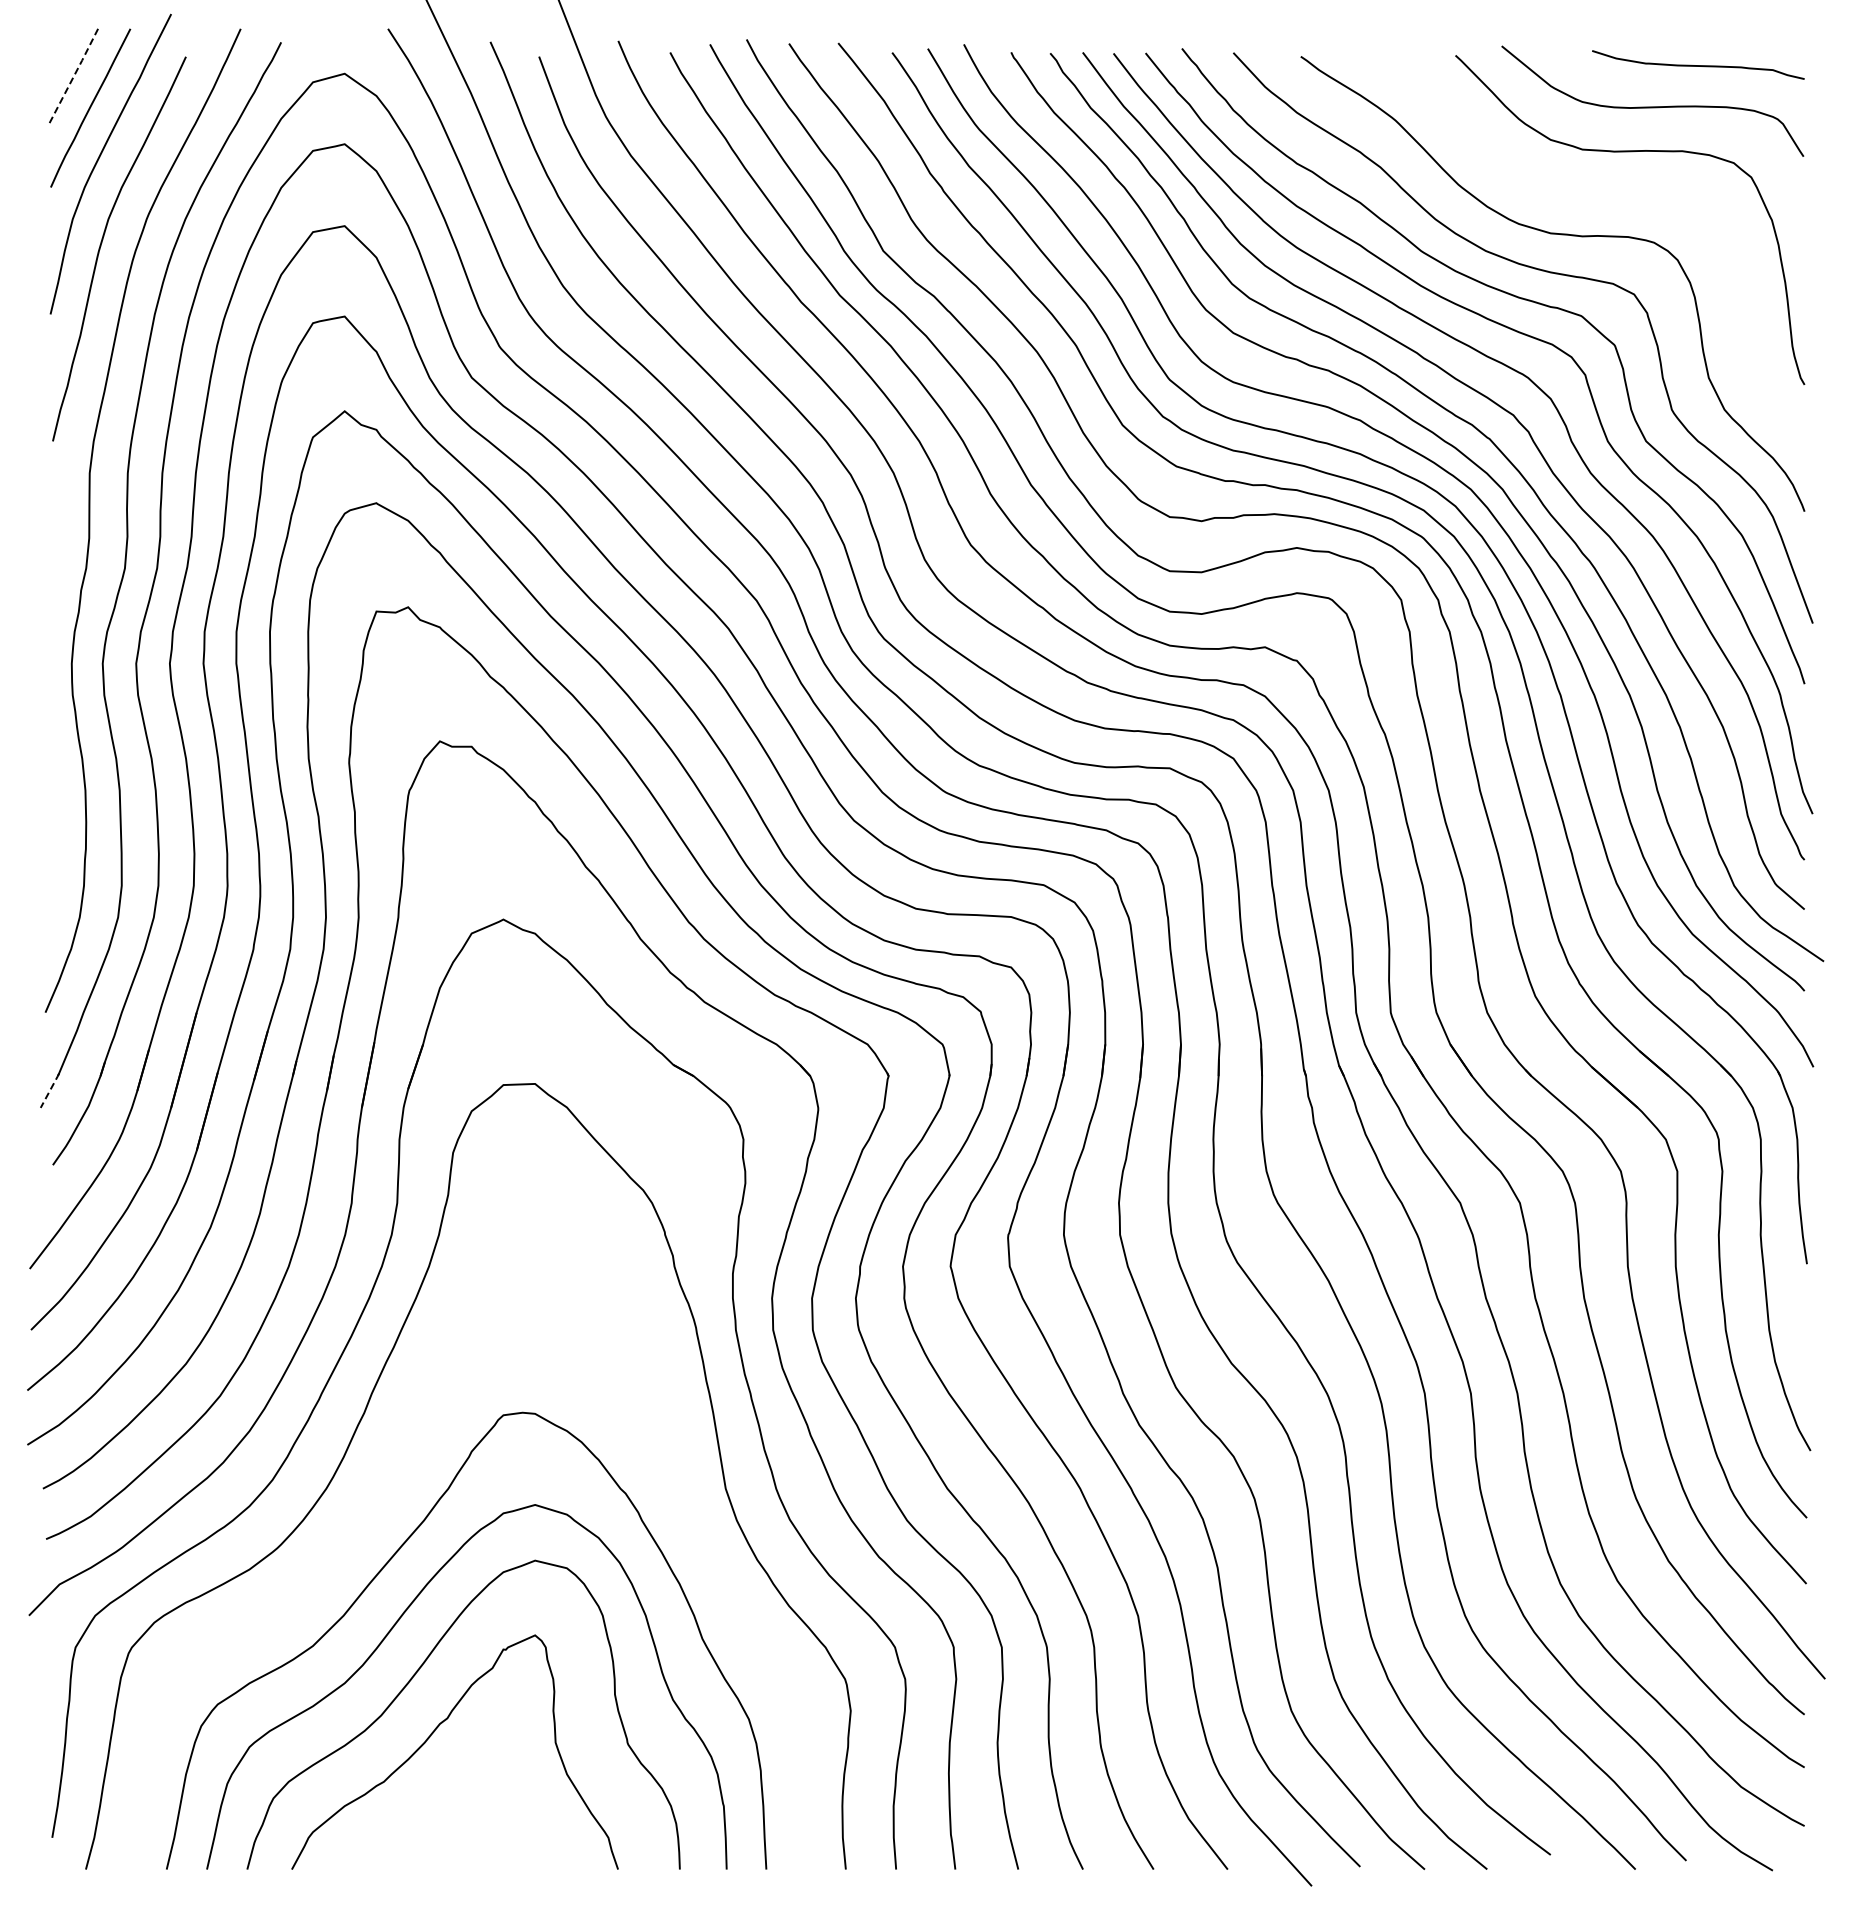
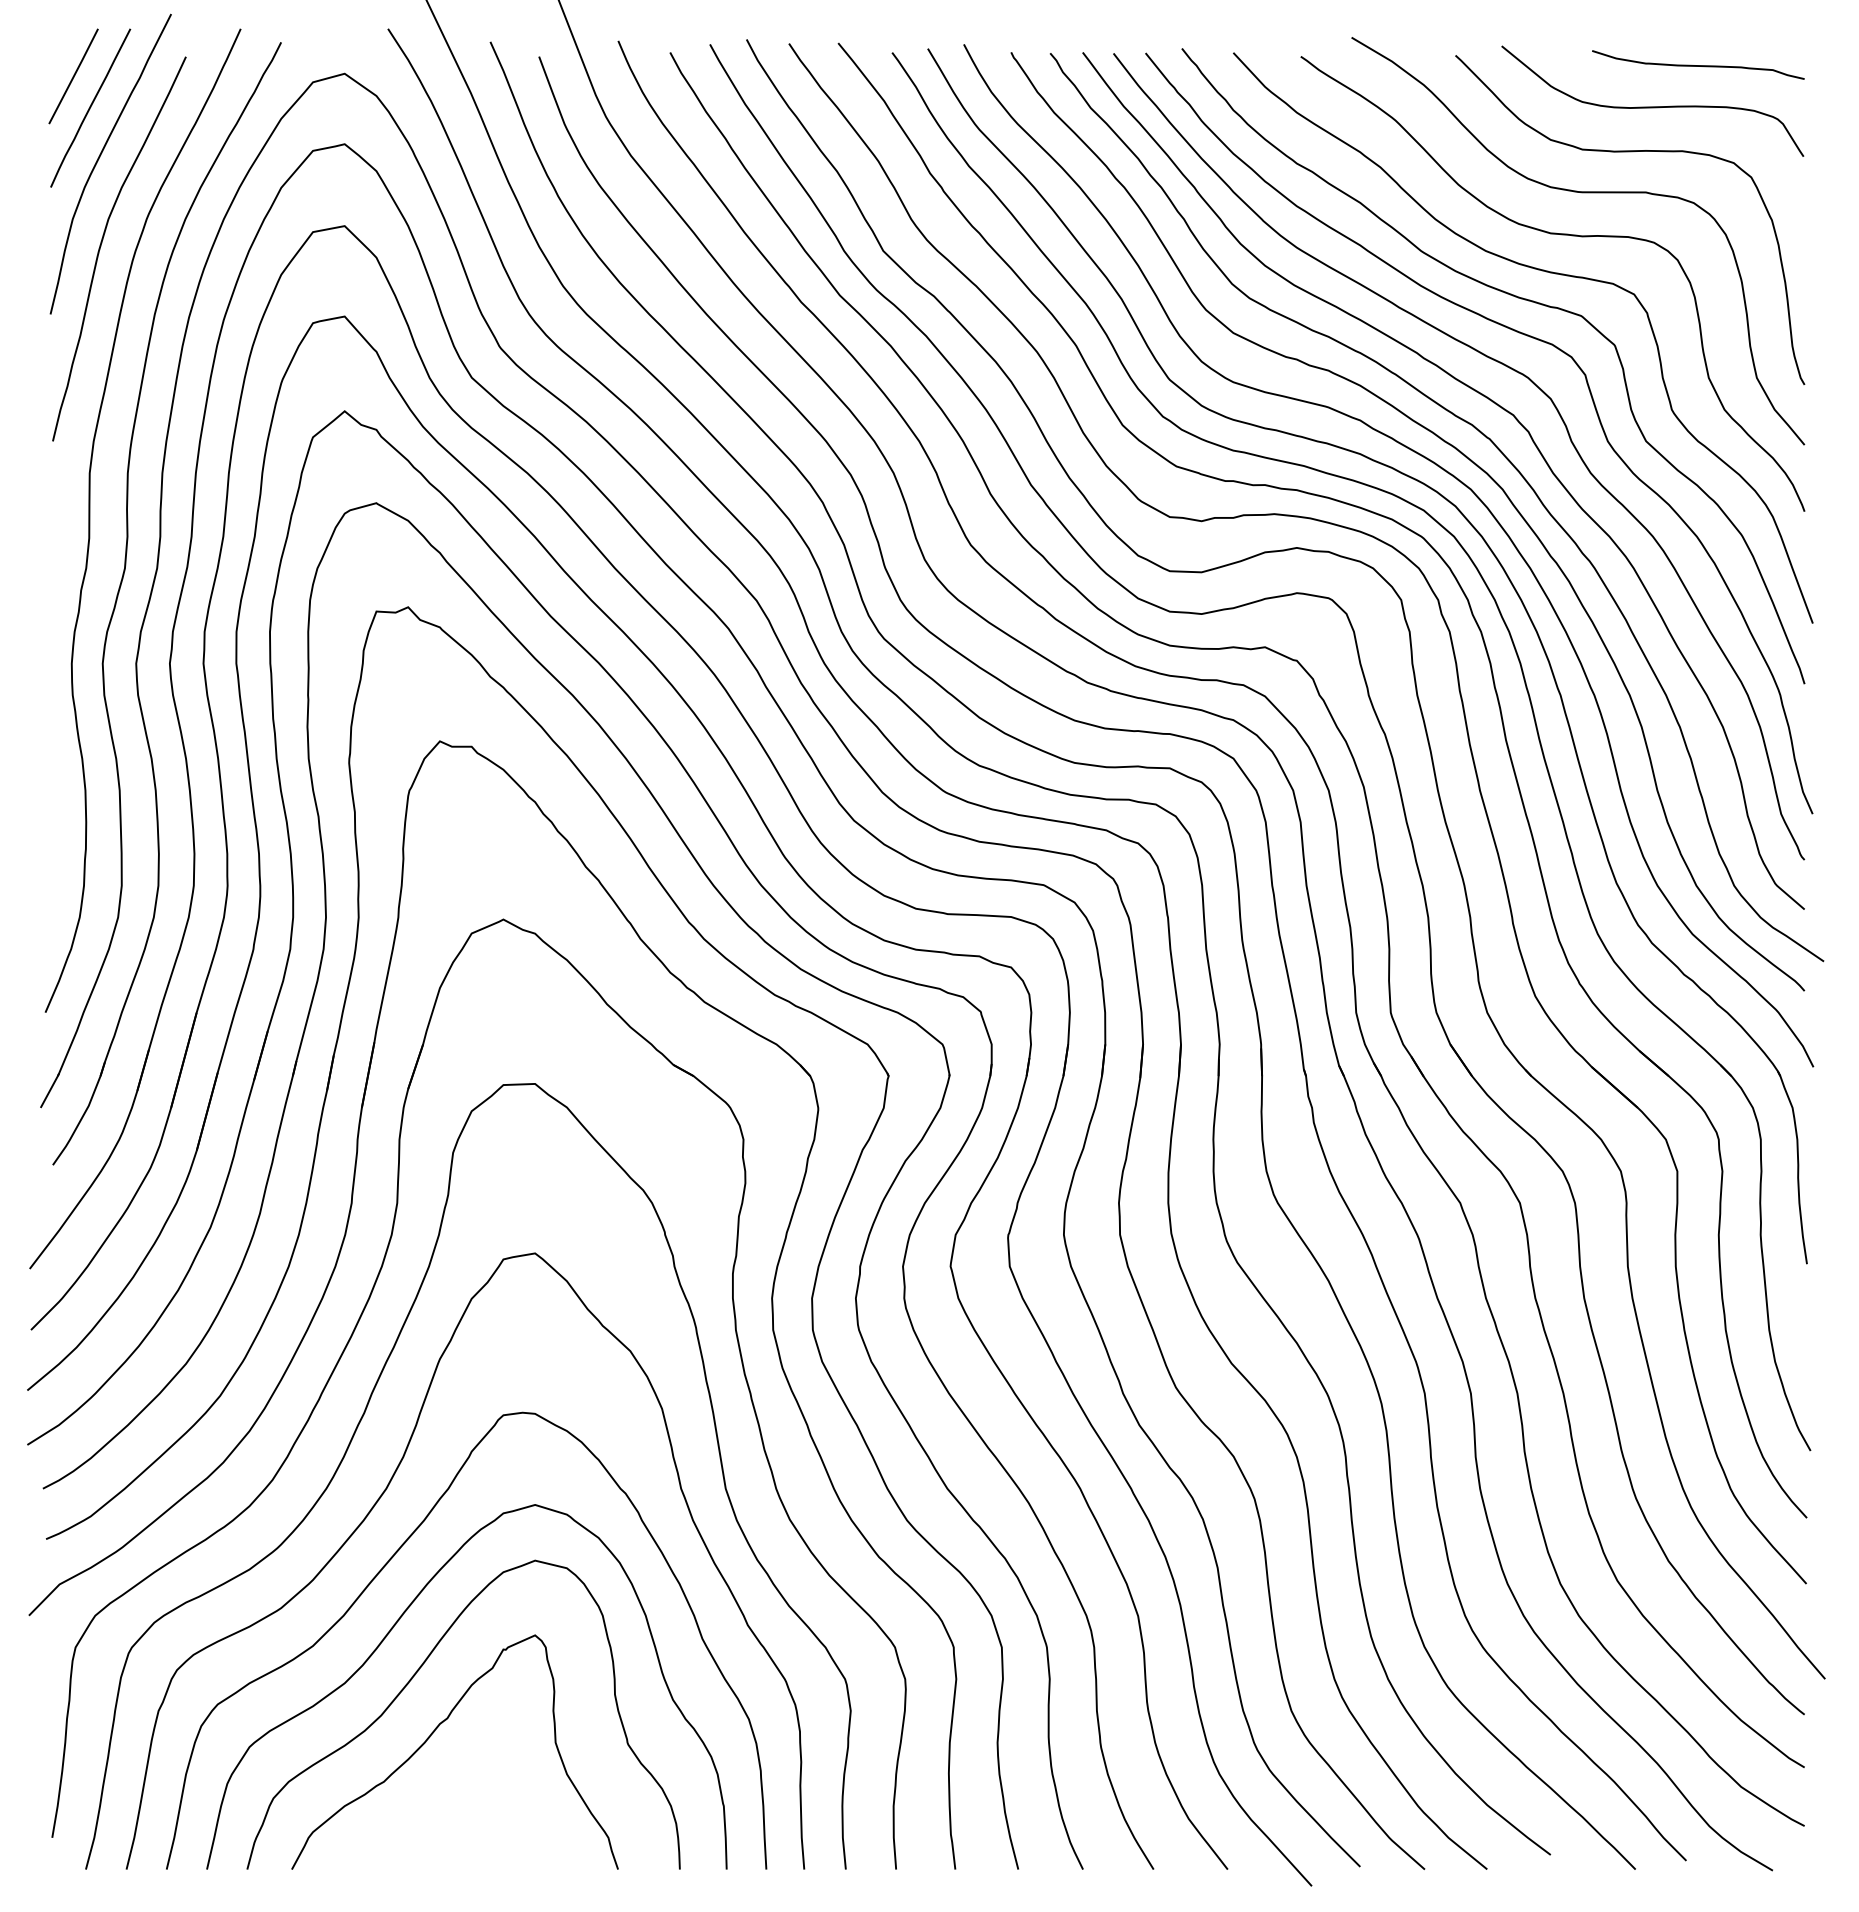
line at (73, 76): dashed -> solid
curve at (1581, 193): none -> present
line at (49, 1090): dashed -> solid
curve at (379, 1500): none -> present
